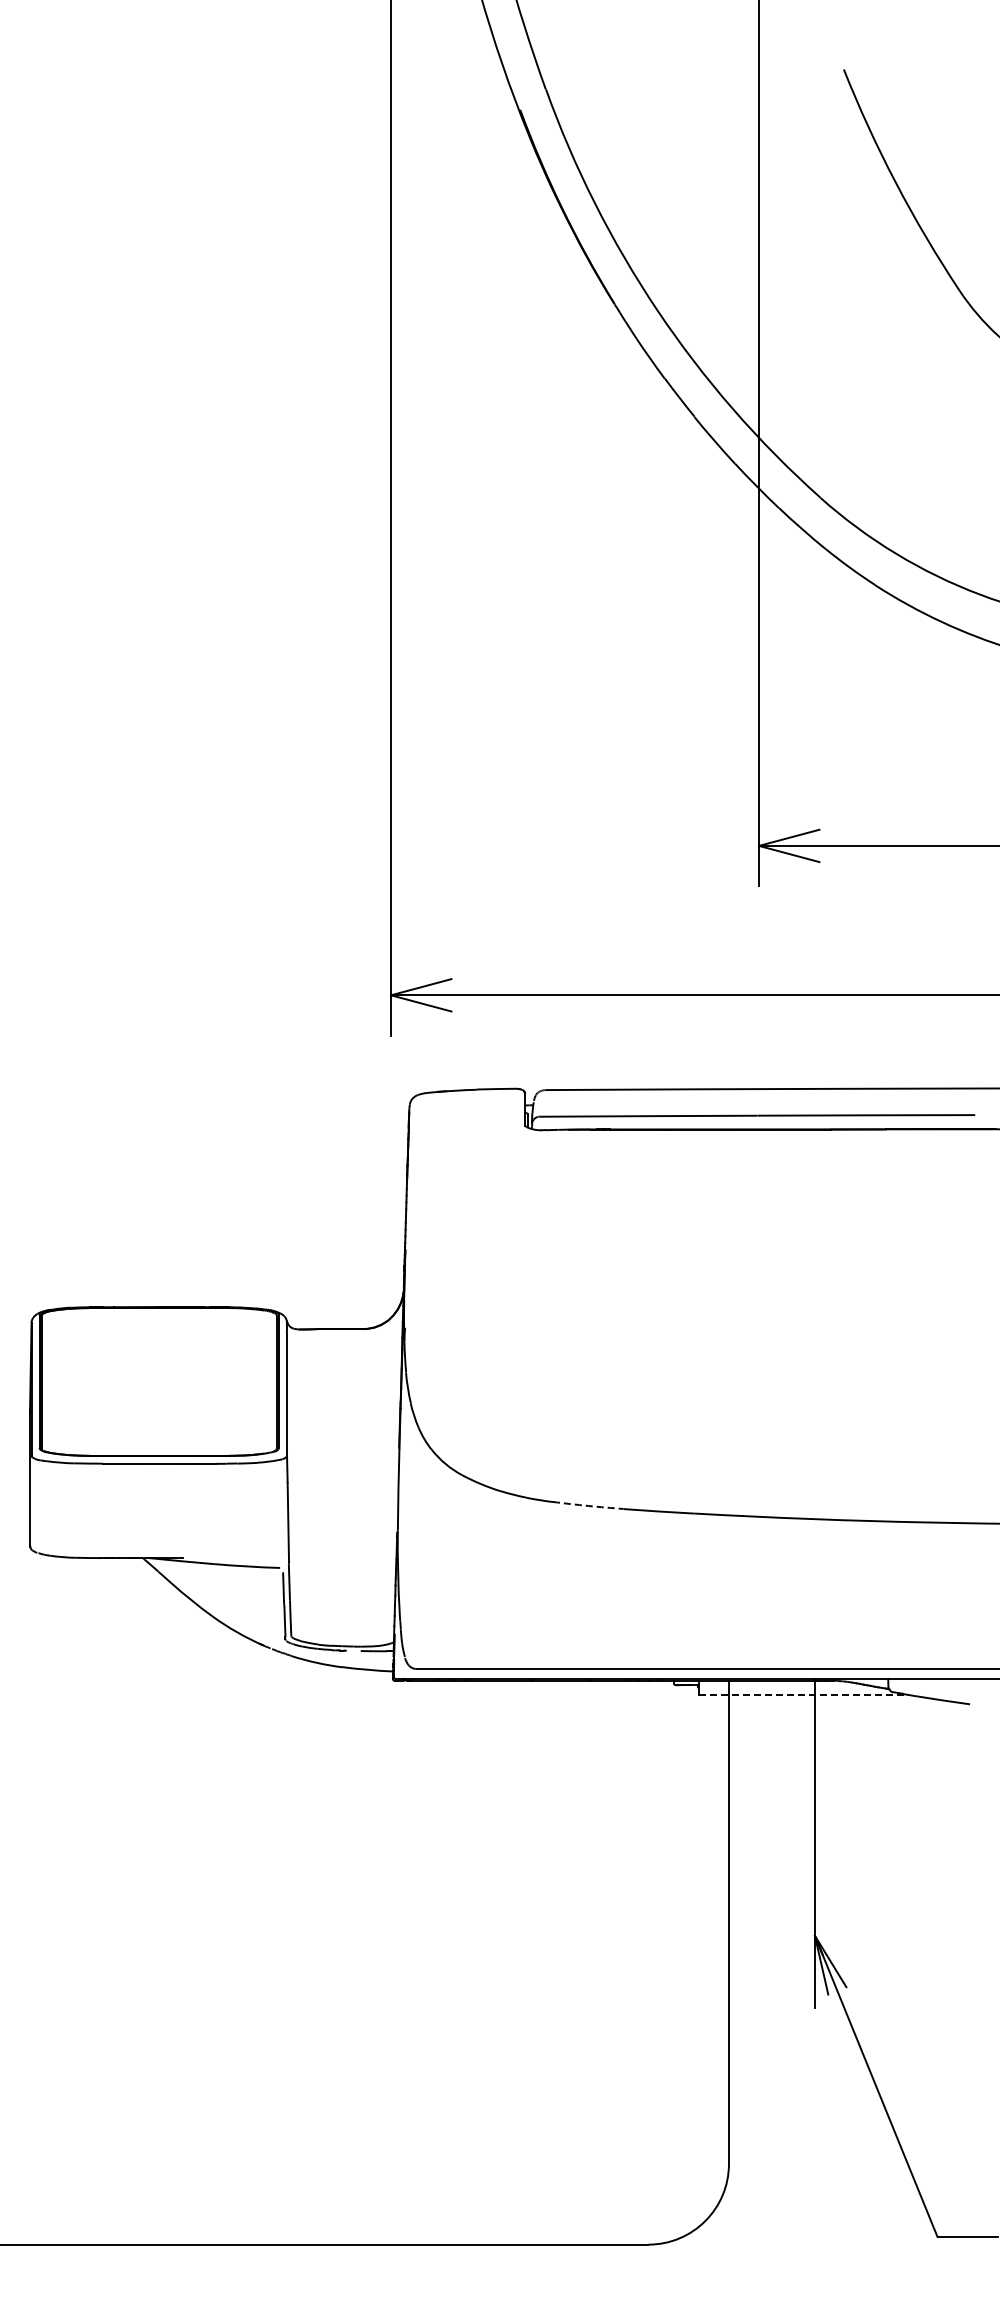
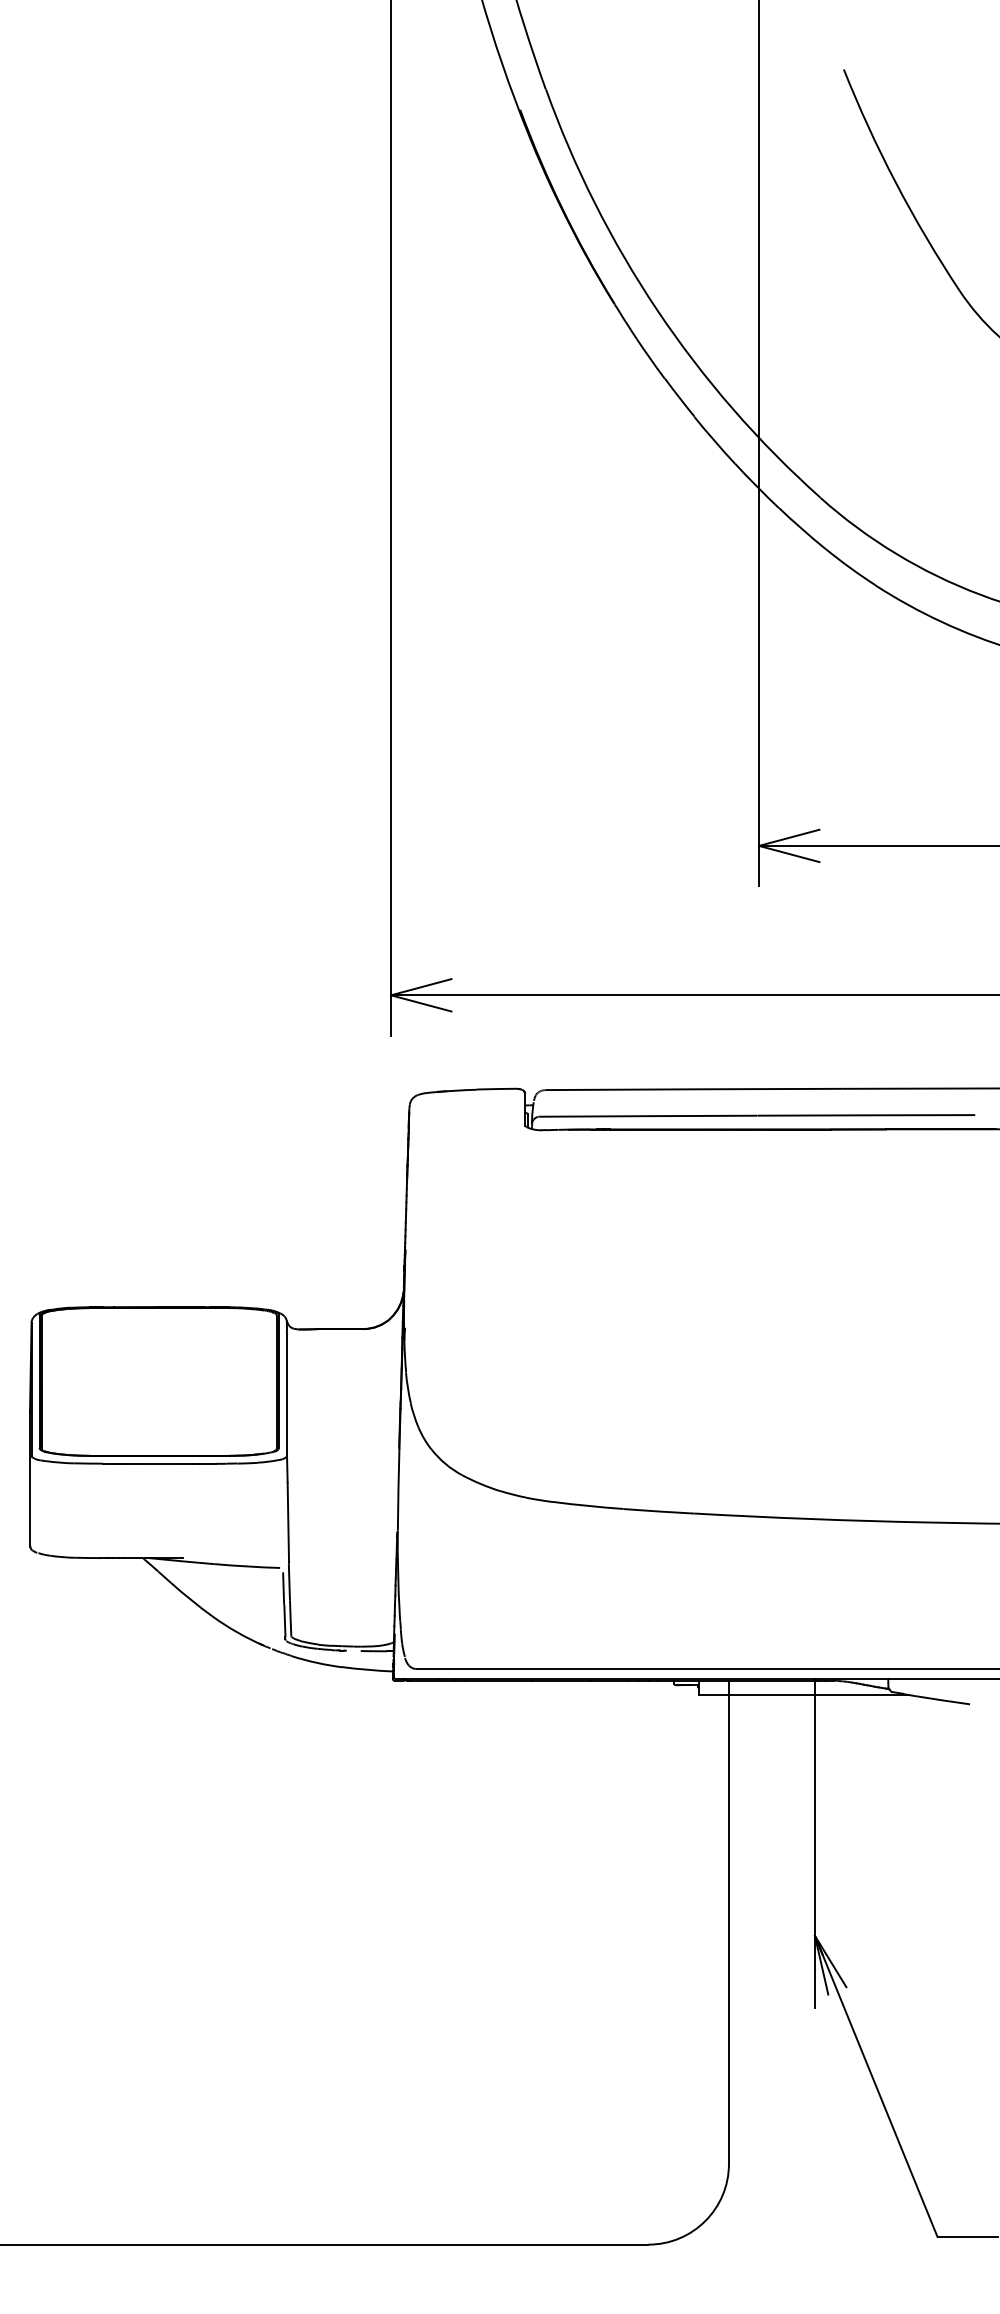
arc at (588, 1505): dashed -> solid
line at (804, 1695): dashed -> solid
